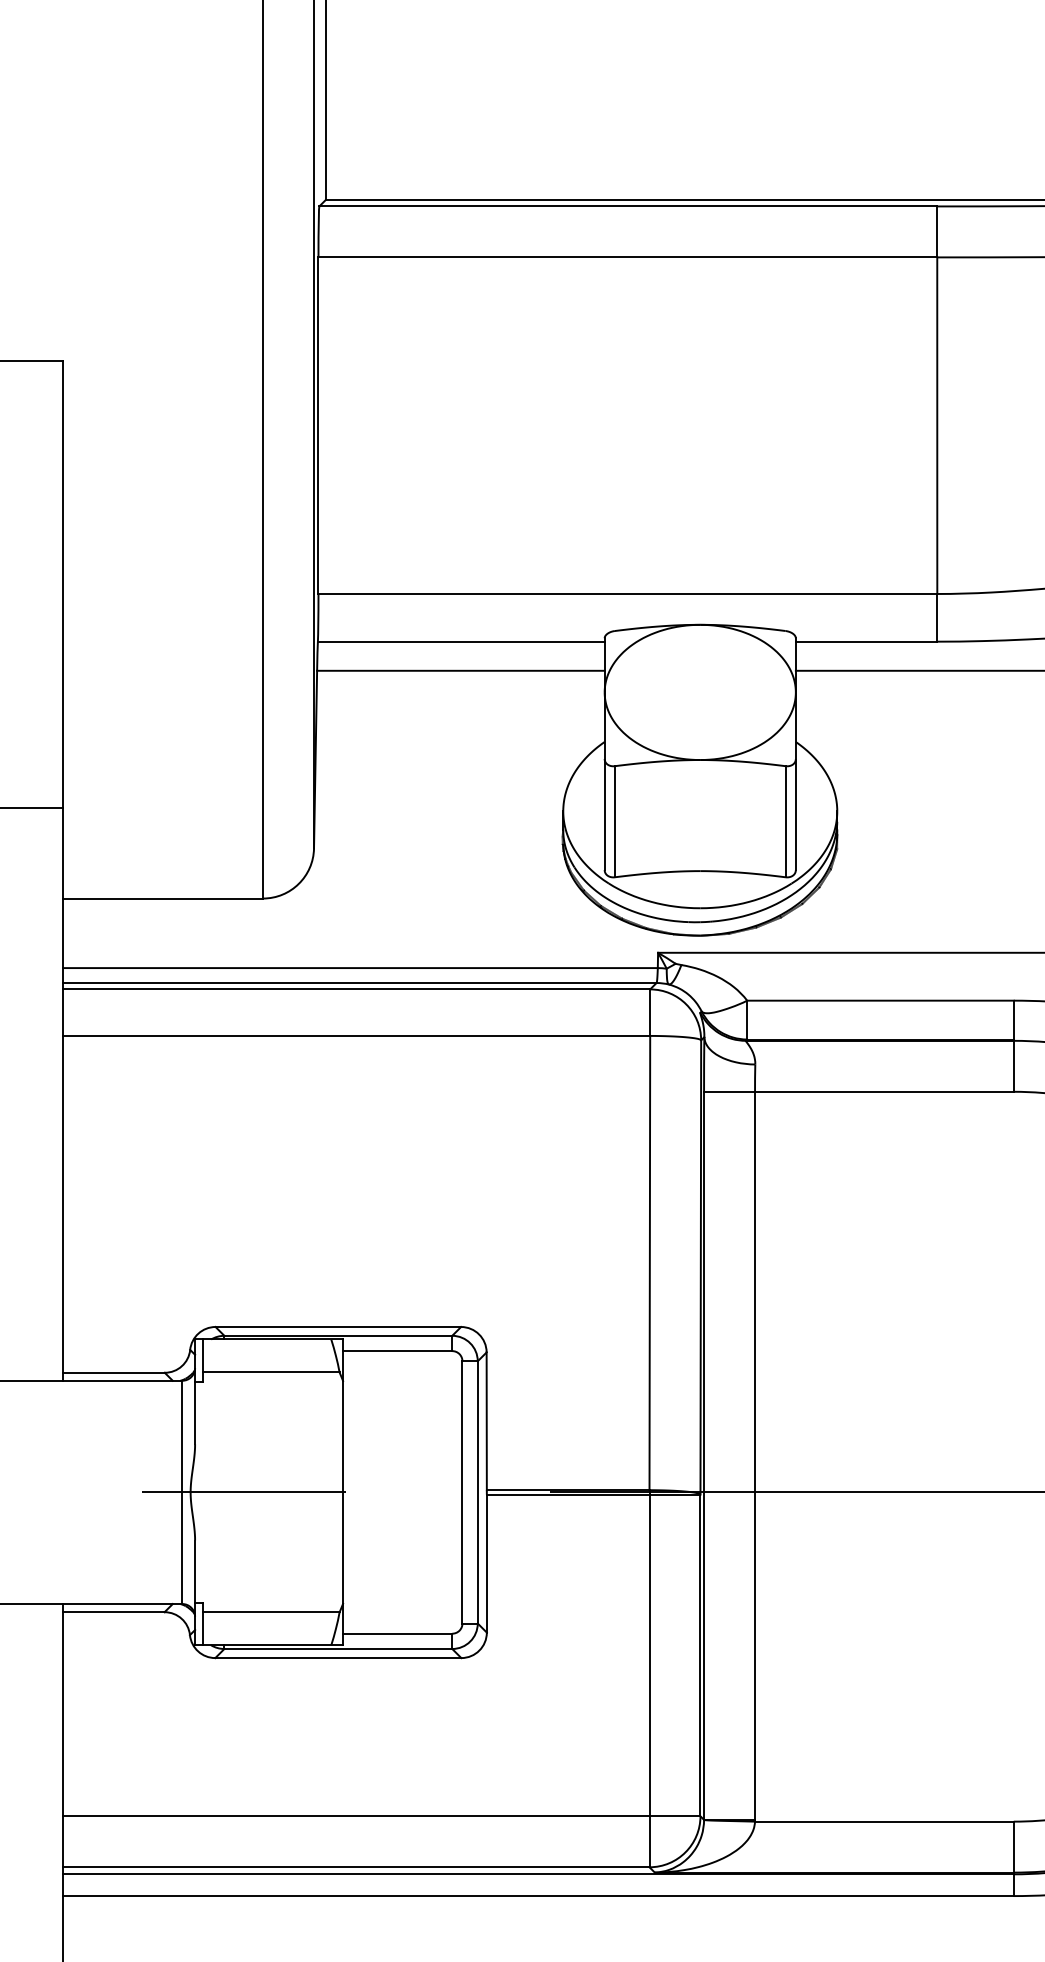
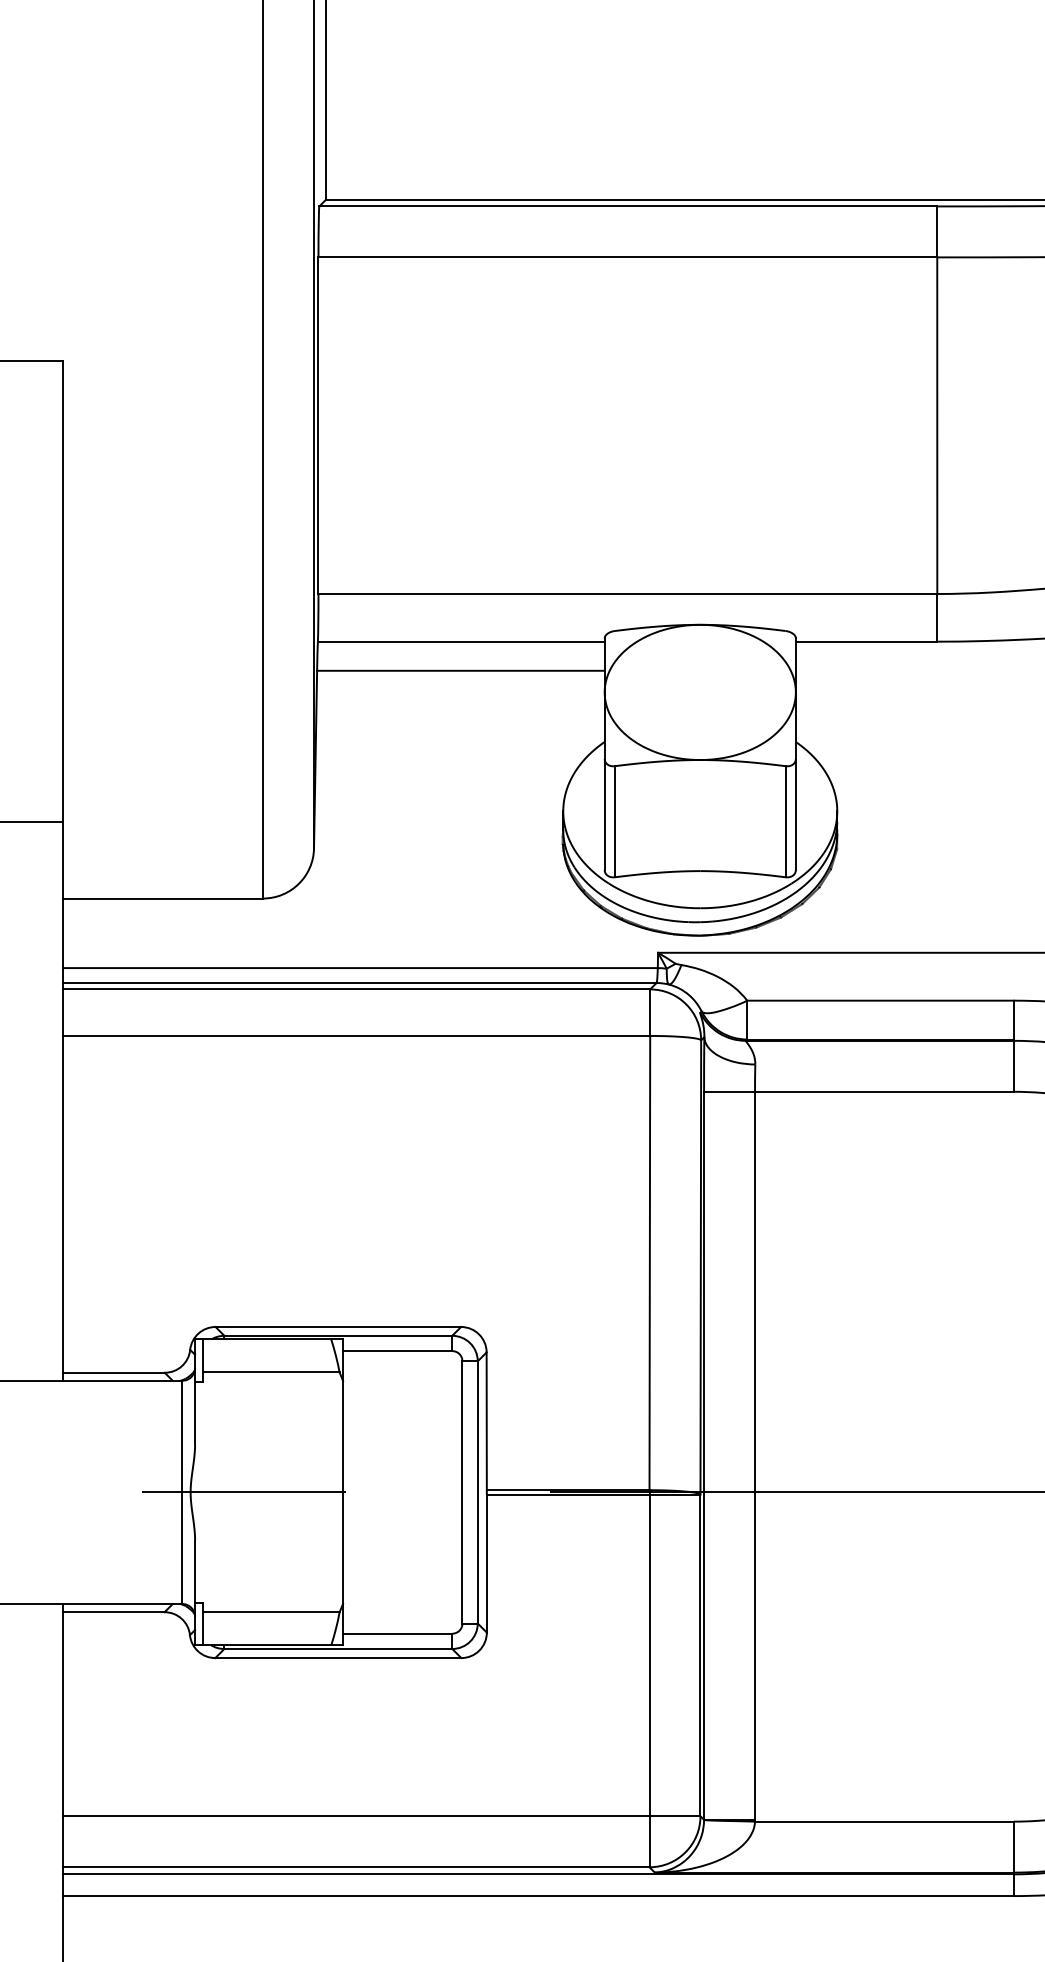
line at (918, 670): present -> none
line at (32, 807) position: (32, 807) -> (32, 821)
